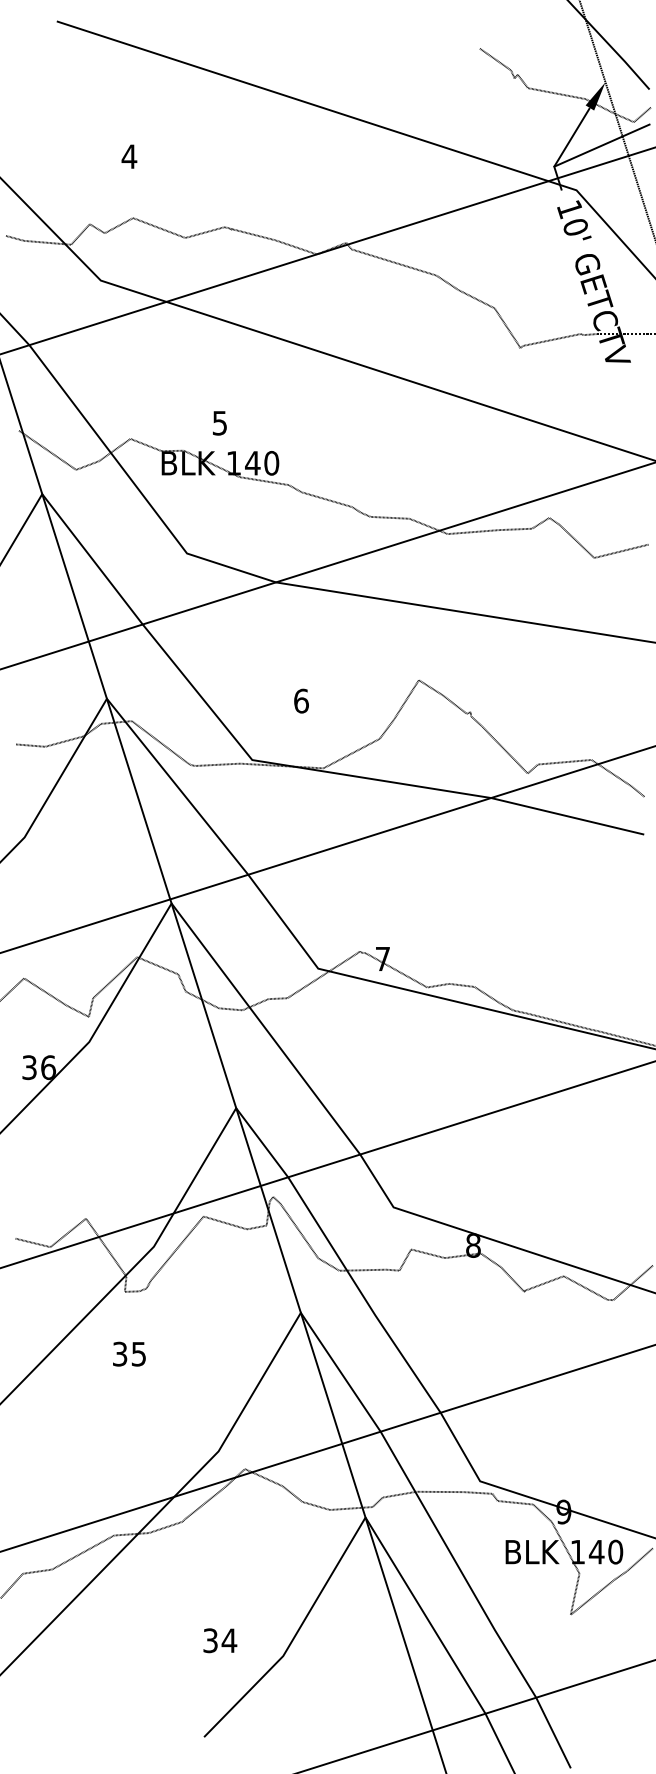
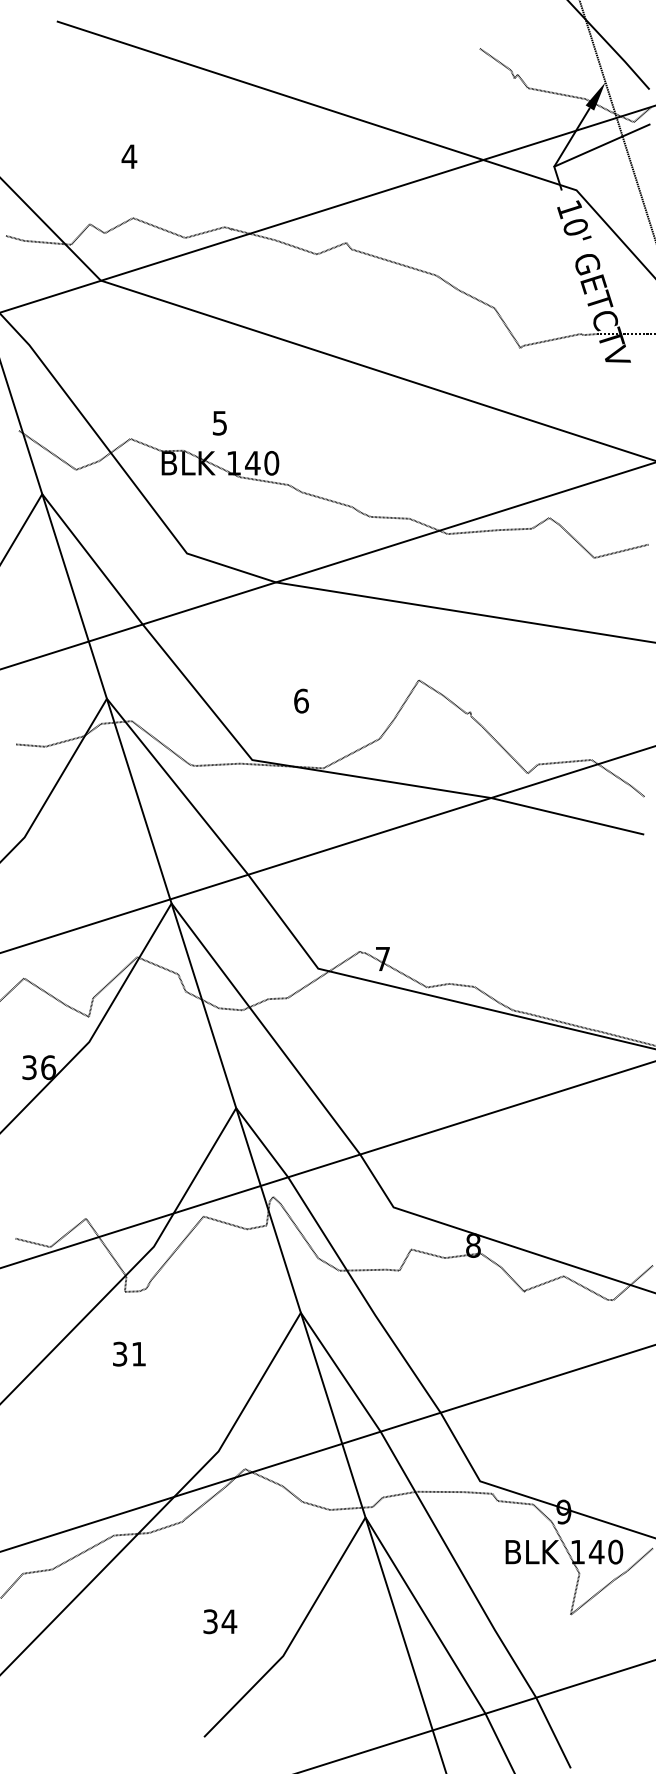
line at (327, 250) position: (327, 250) -> (327, 208)
text at (138, 1354): 35 -> 31
text at (220, 1640) position: (220, 1640) -> (220, 1621)
